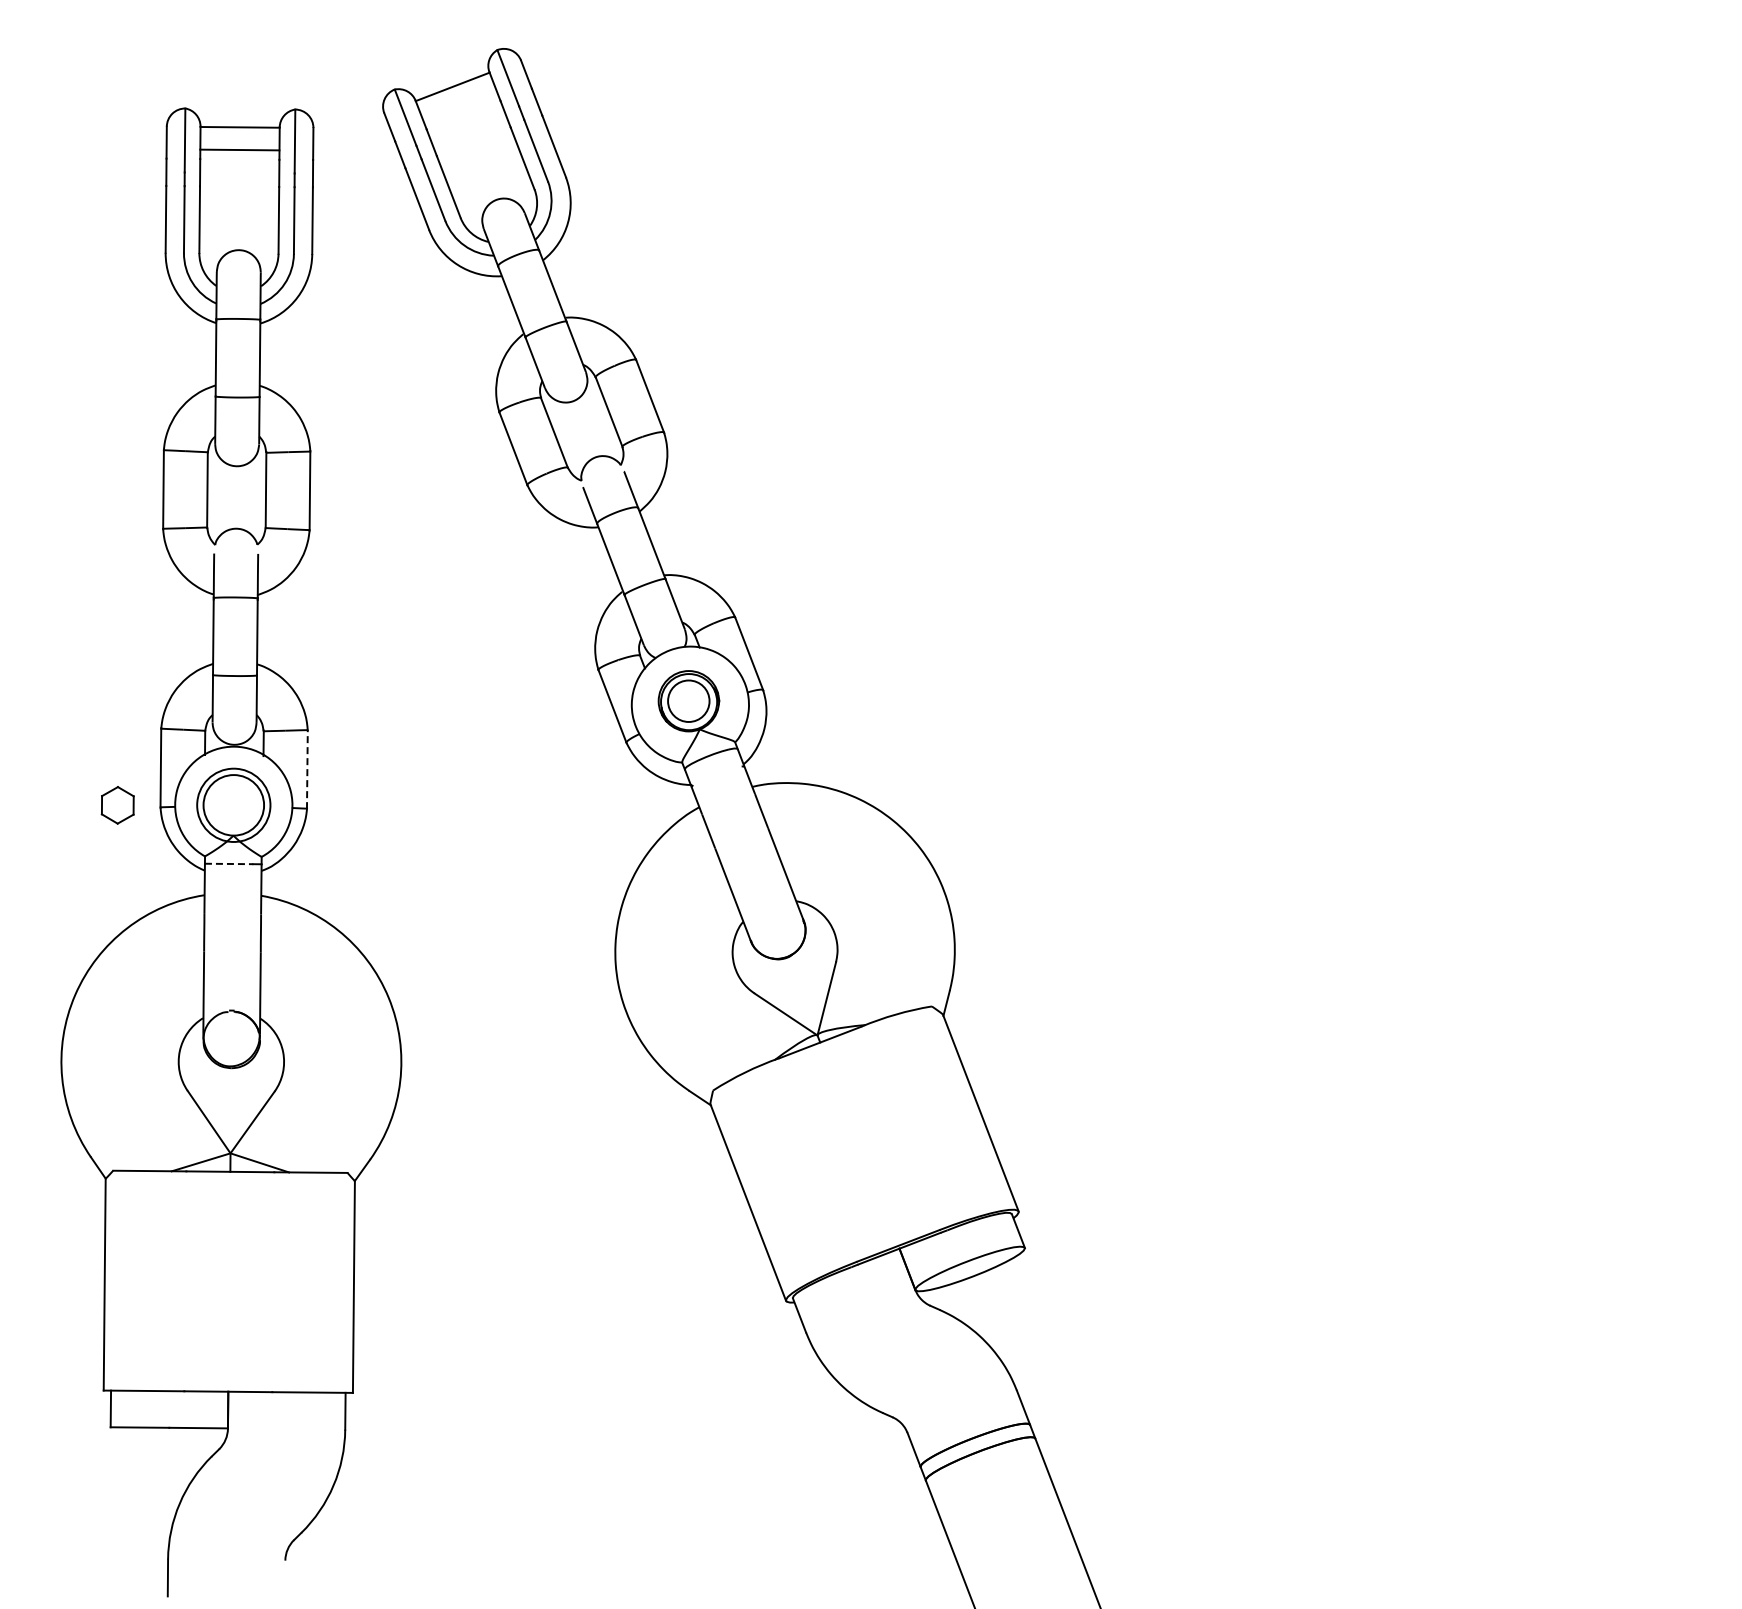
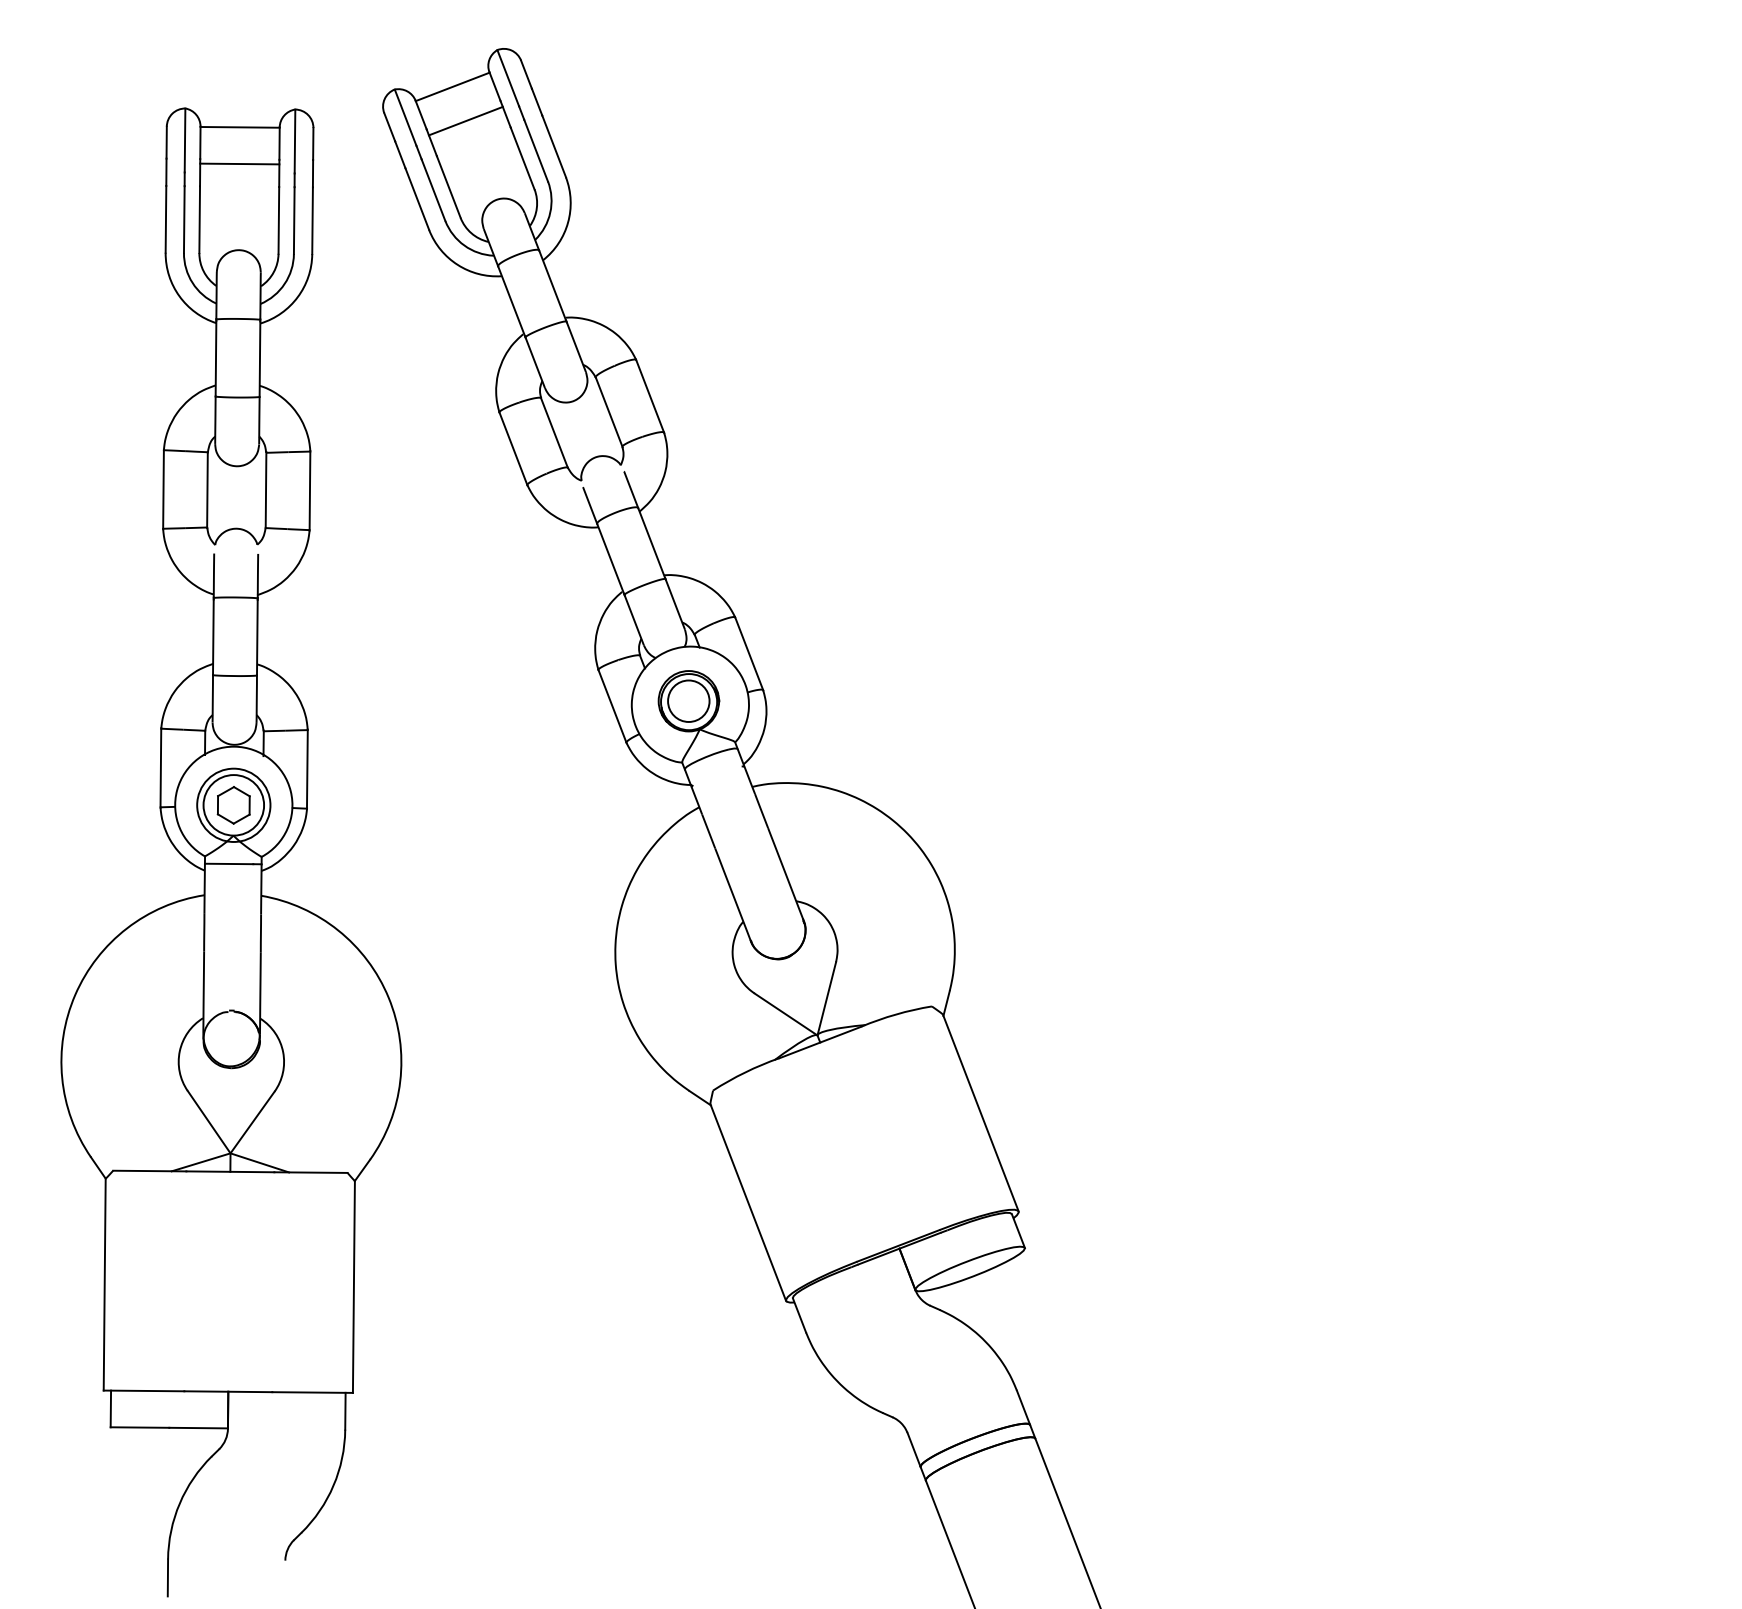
line at (465, 120): none -> present
line at (239, 149) position: (239, 149) -> (239, 163)
line at (307, 769): dashed -> solid
part at (117, 805) position: (117, 805) -> (233, 805)
line at (229, 863): dashed -> solid
